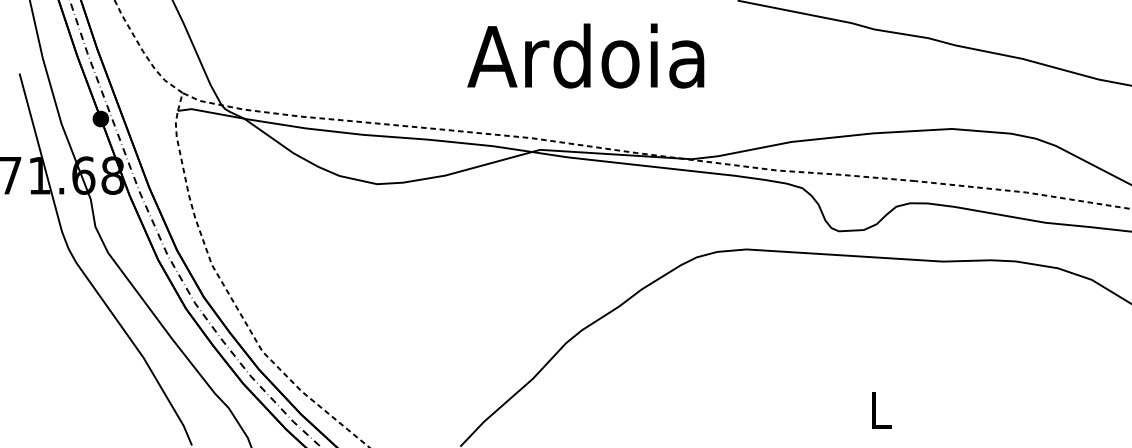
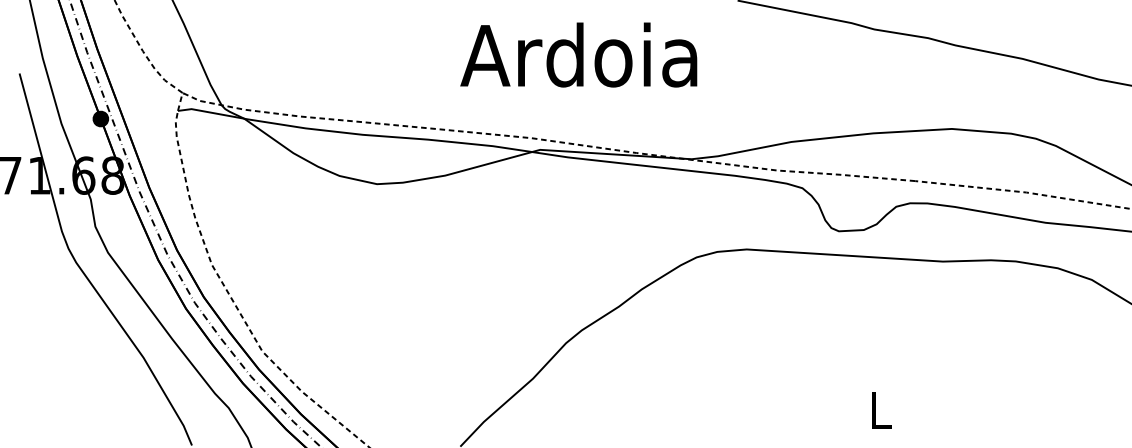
text at (585, 55) position: (585, 55) -> (578, 54)
